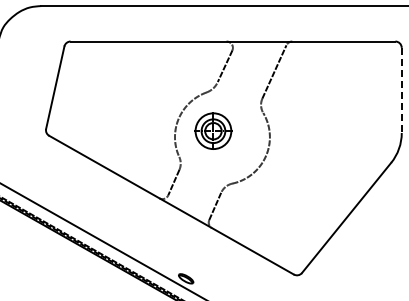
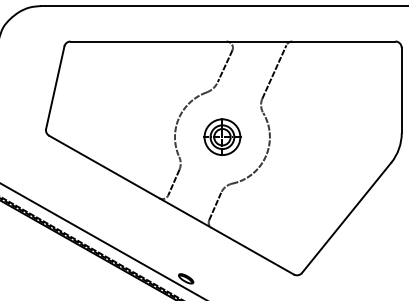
line at (401, 90): dashed -> solid
part at (213, 130) position: (213, 130) -> (222, 136)
